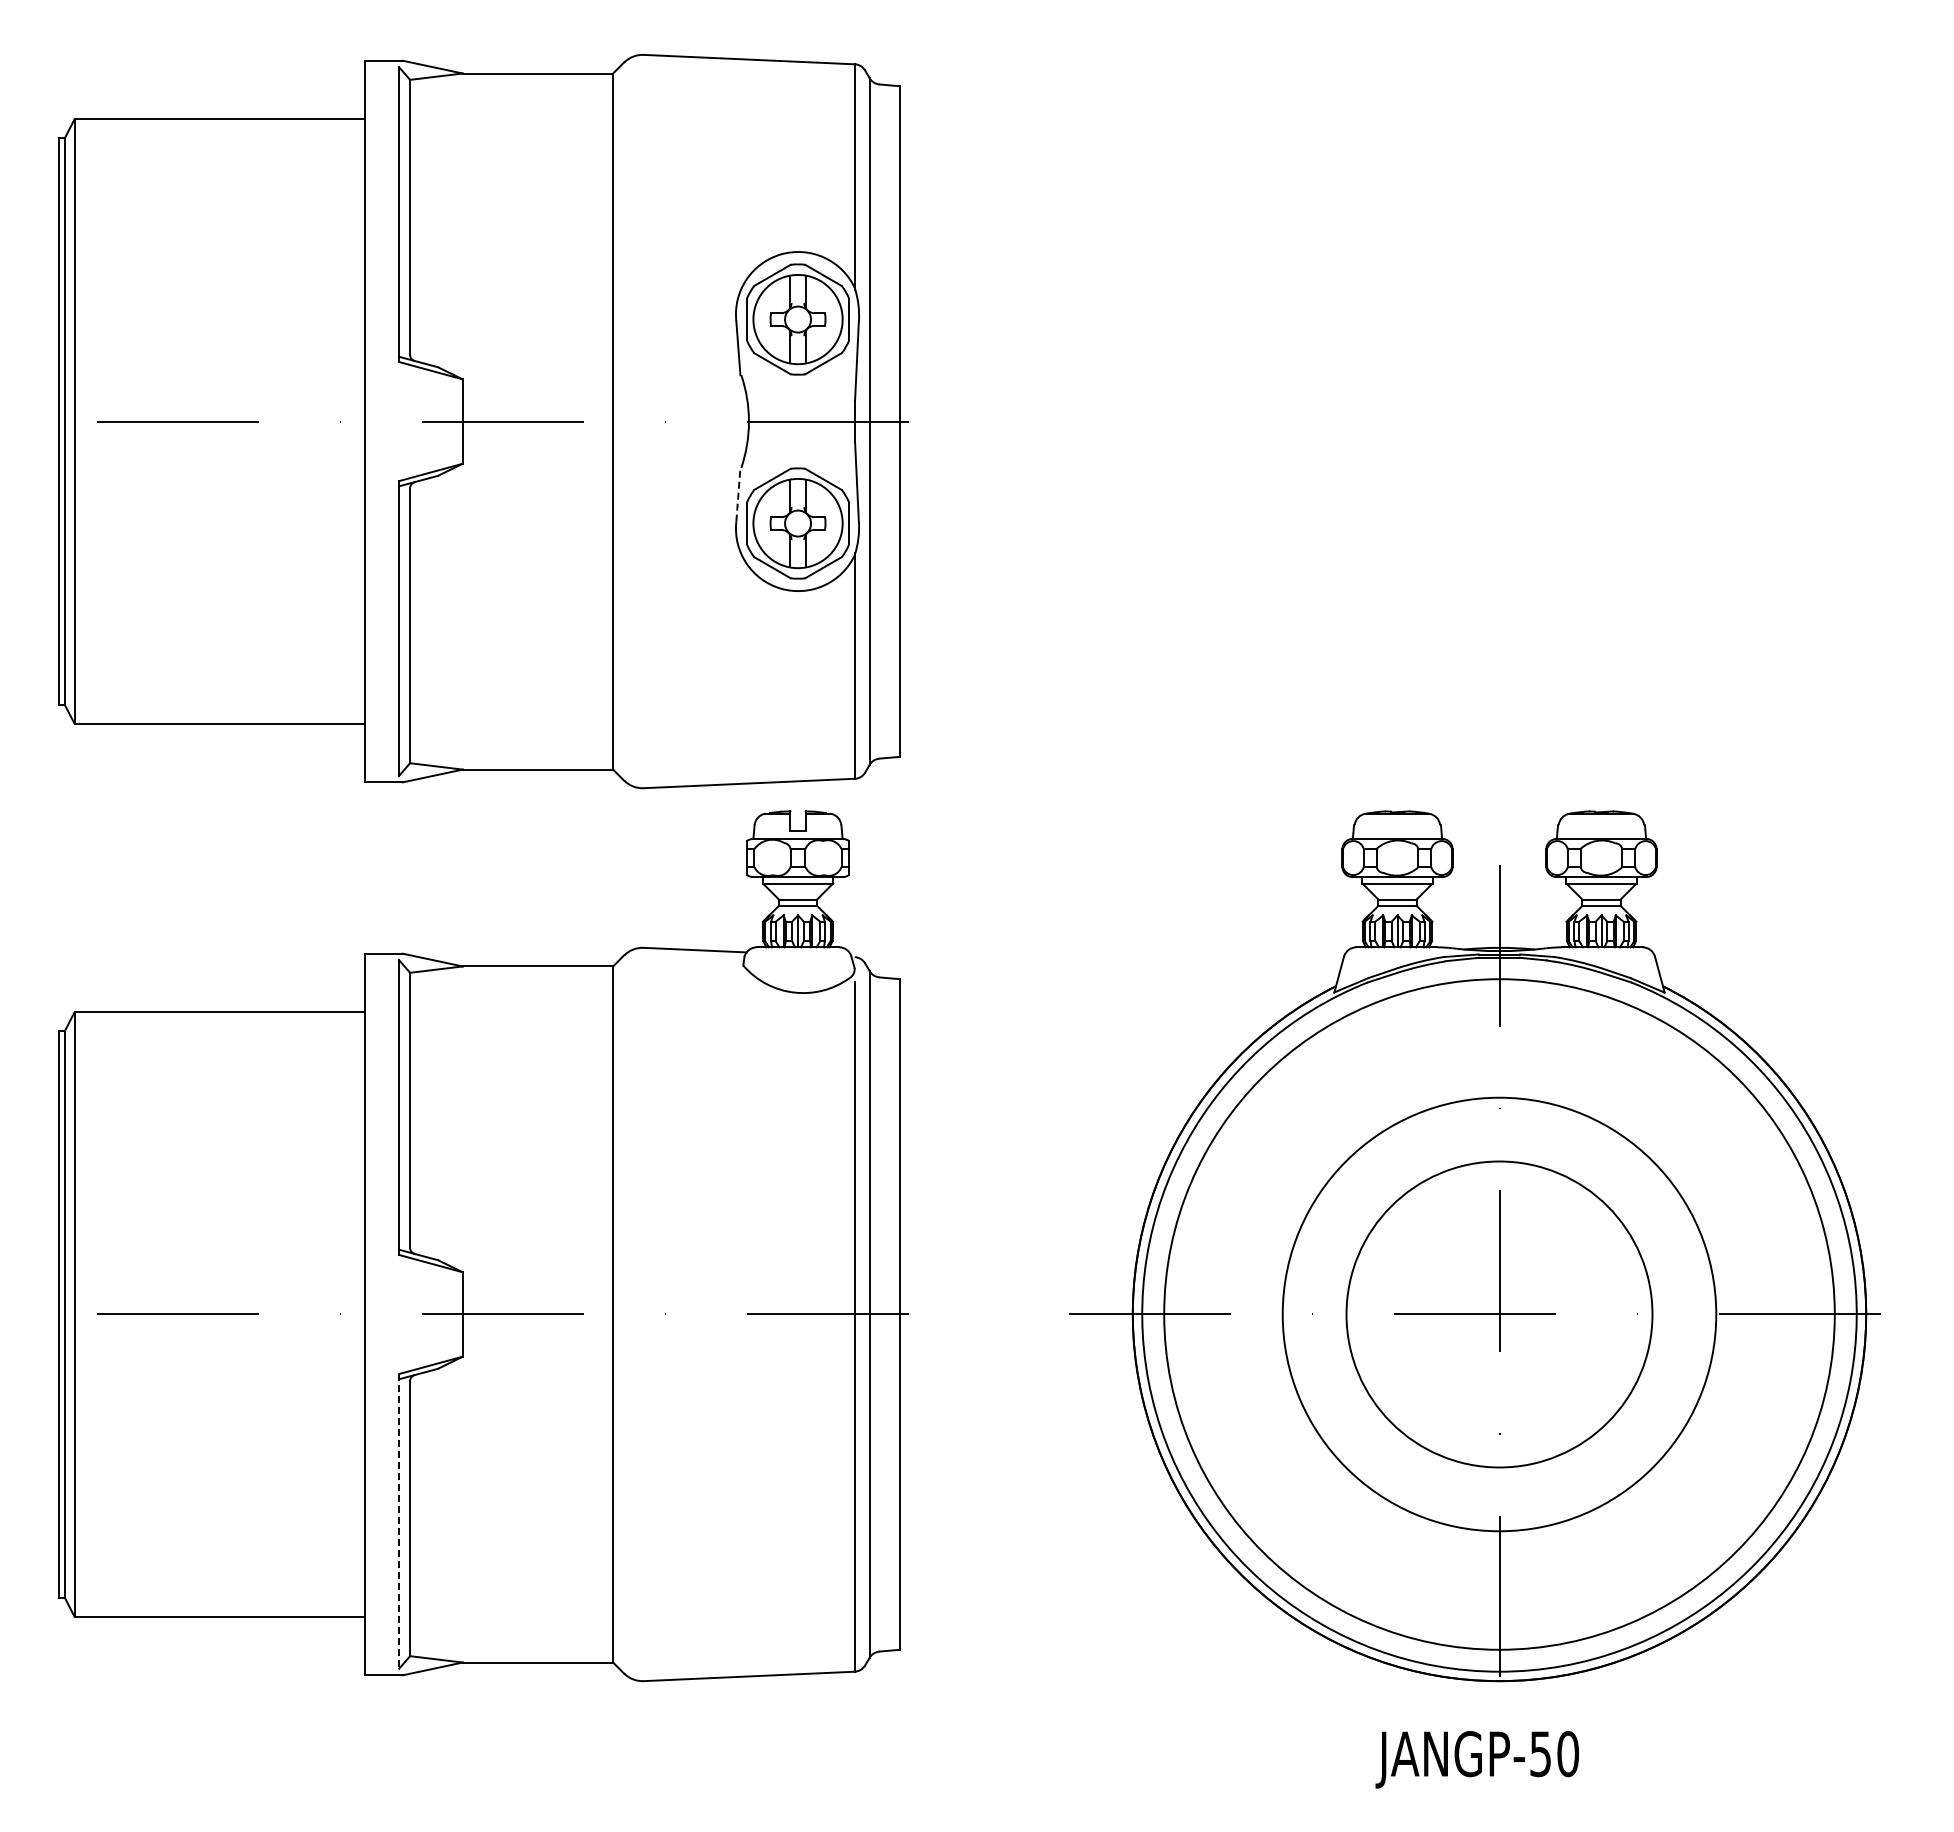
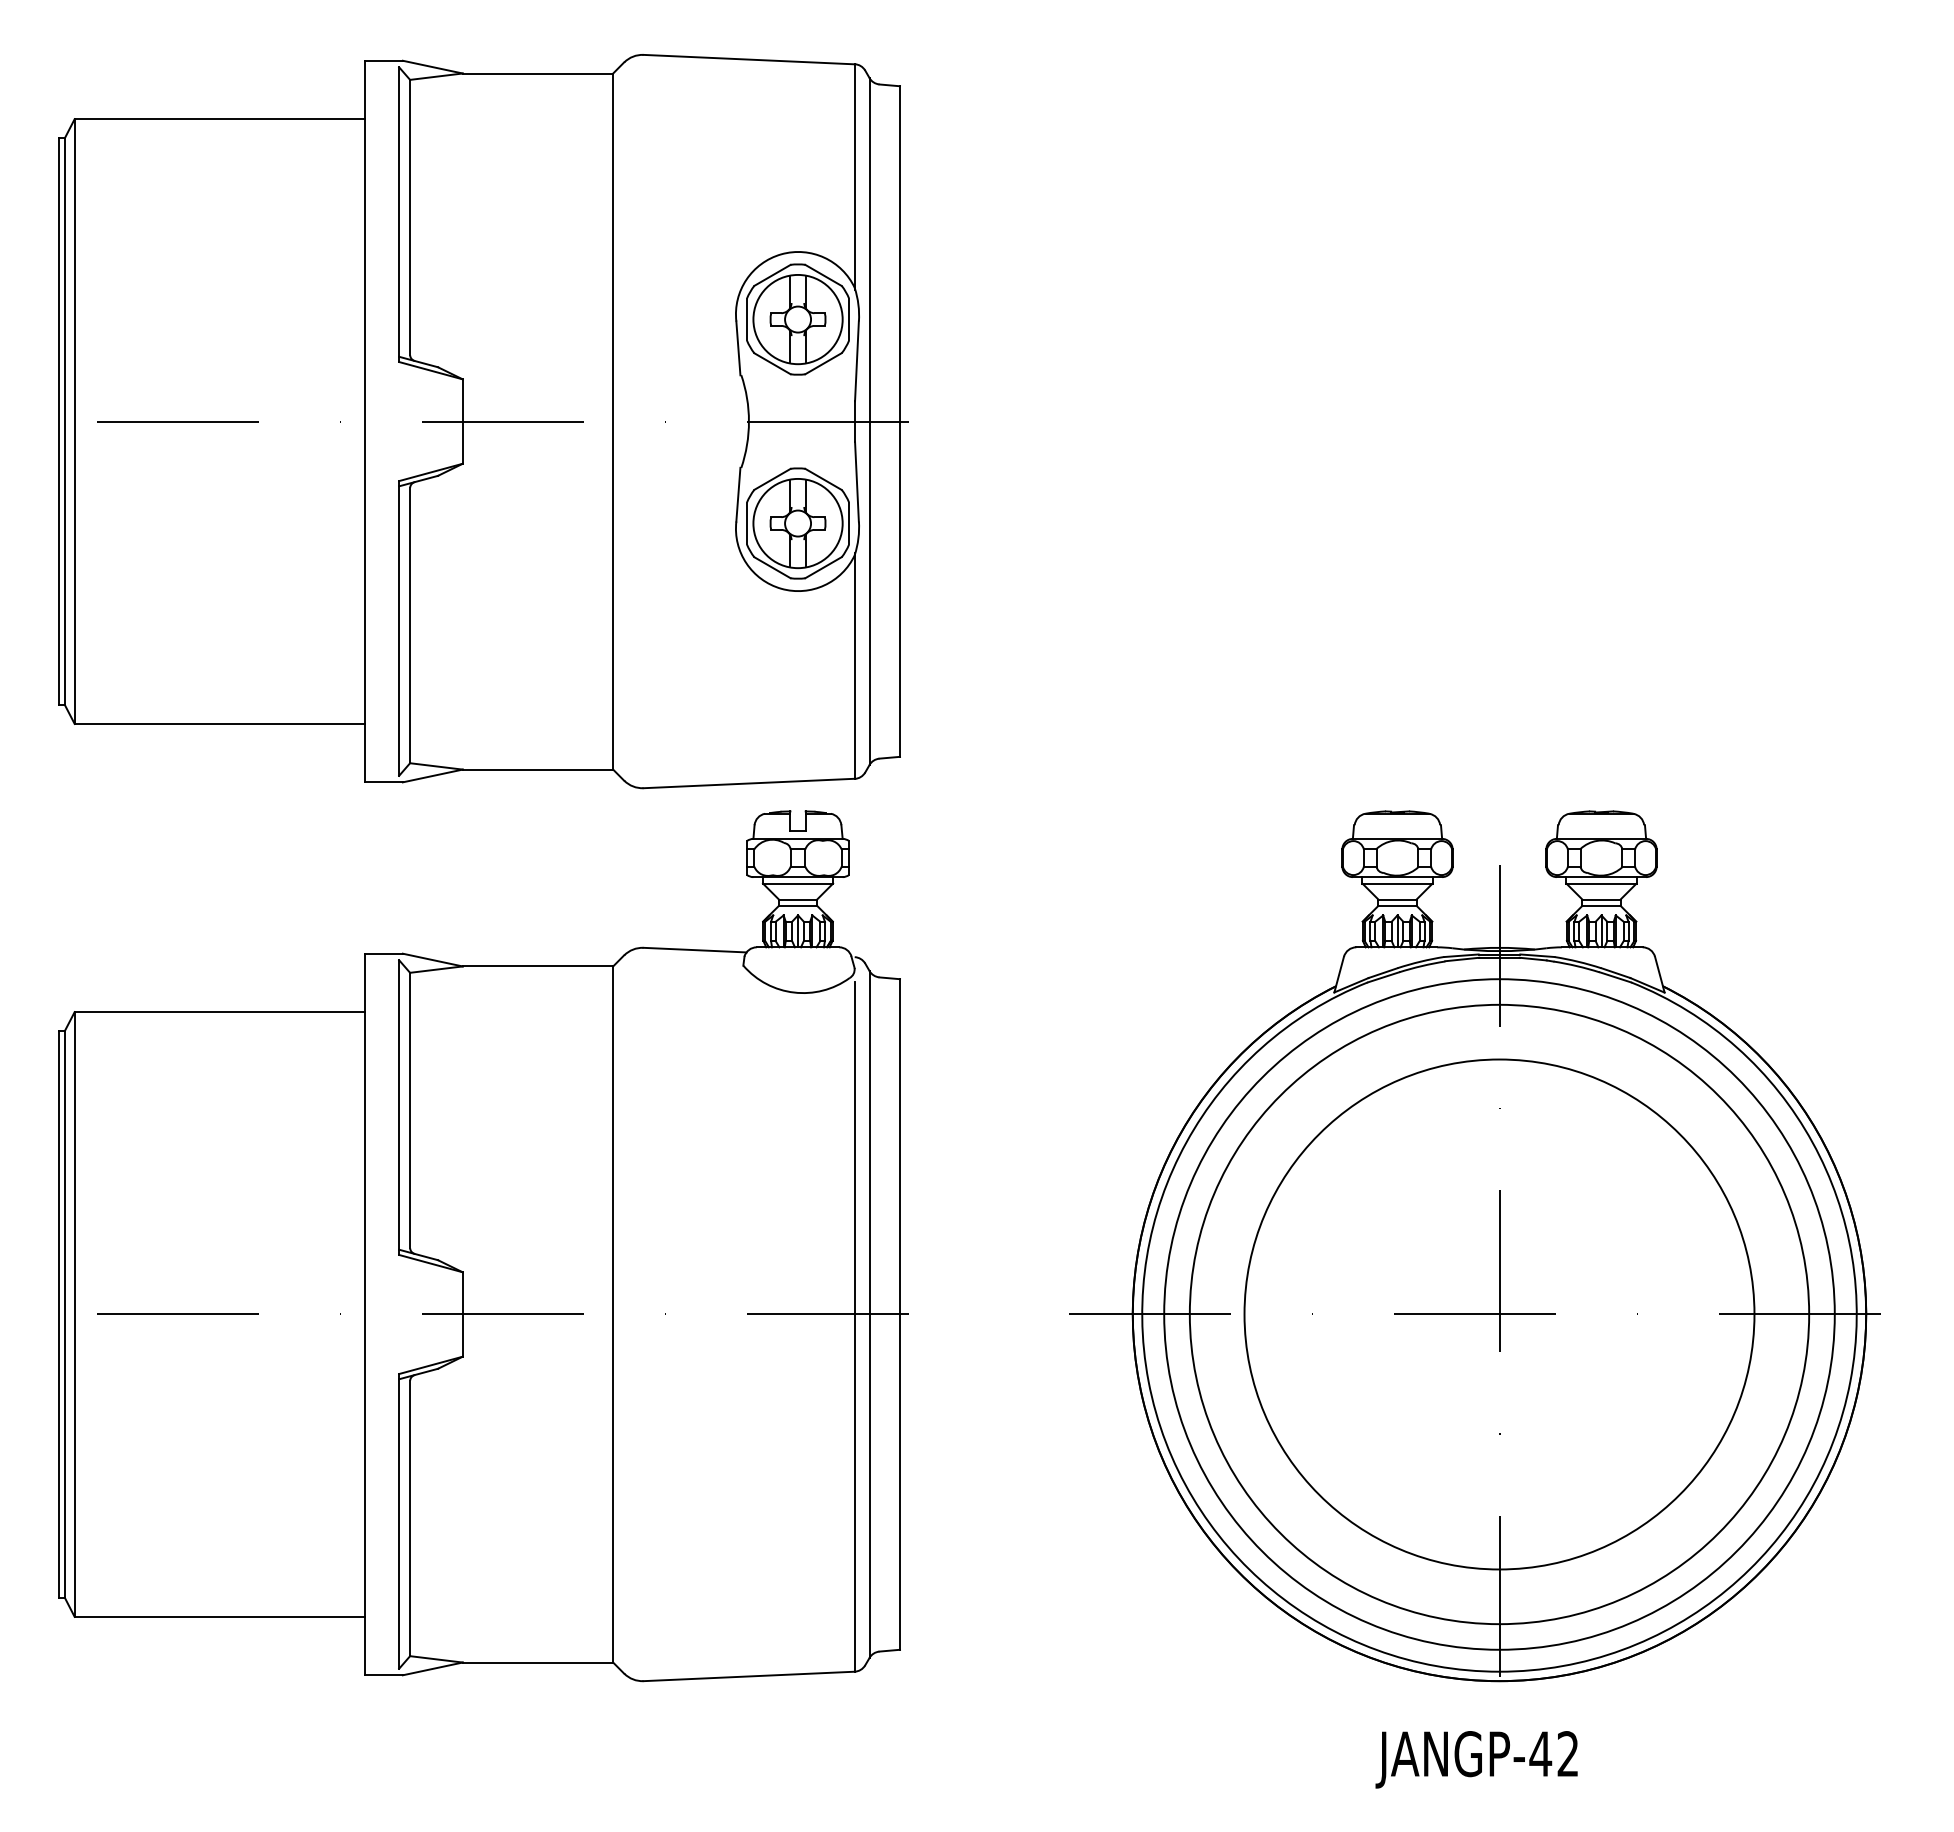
line at (738, 494): dashed -> solid
circle at (1499, 1314) diameter: 306 px -> 510 px
circle at (1499, 1314) diameter: 434 px -> 619 px
line at (399, 1521): dashed -> solid
text at (1554, 1754): JANGP-50 -> JANGP-42
